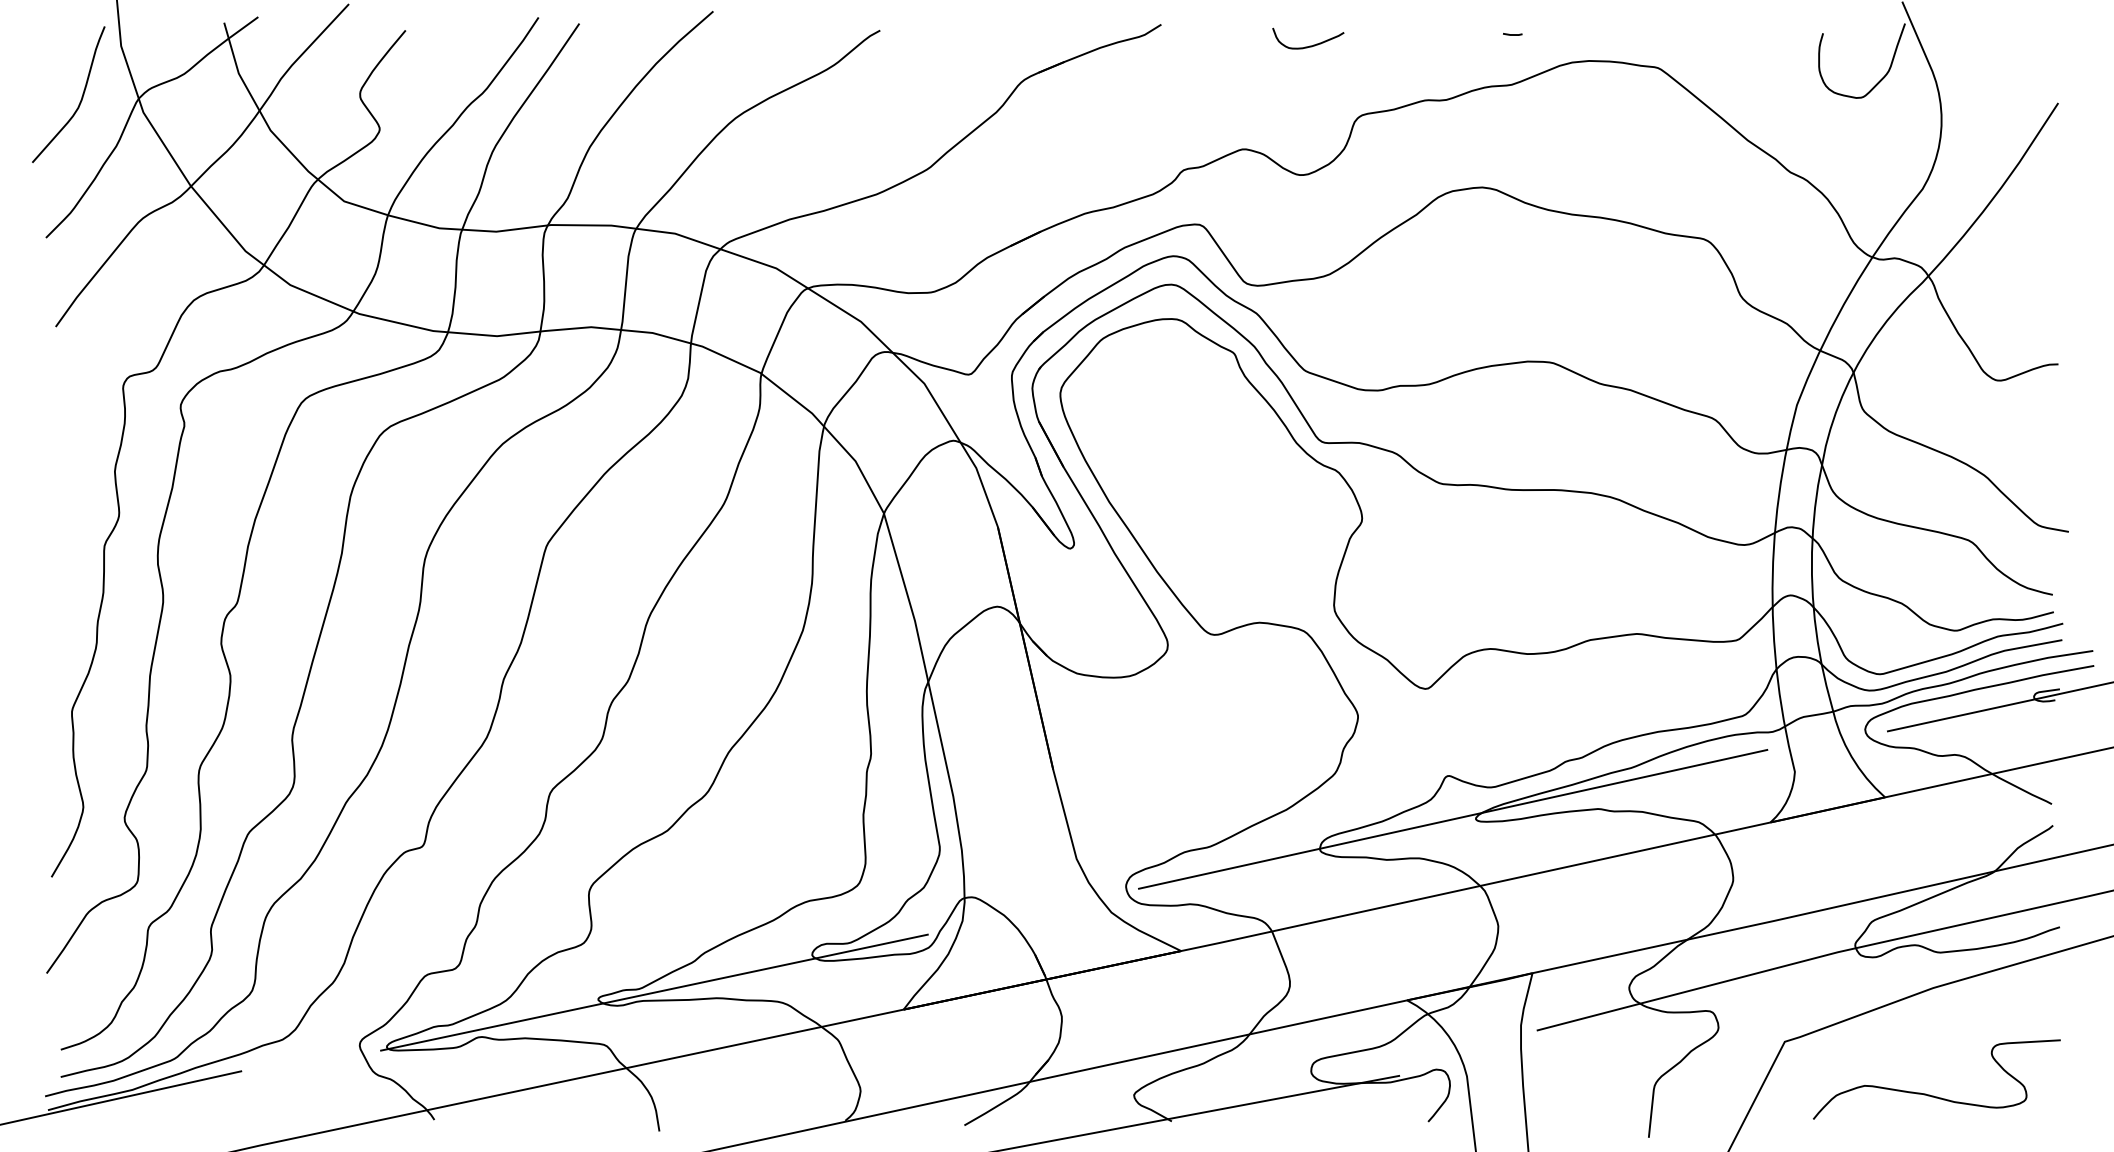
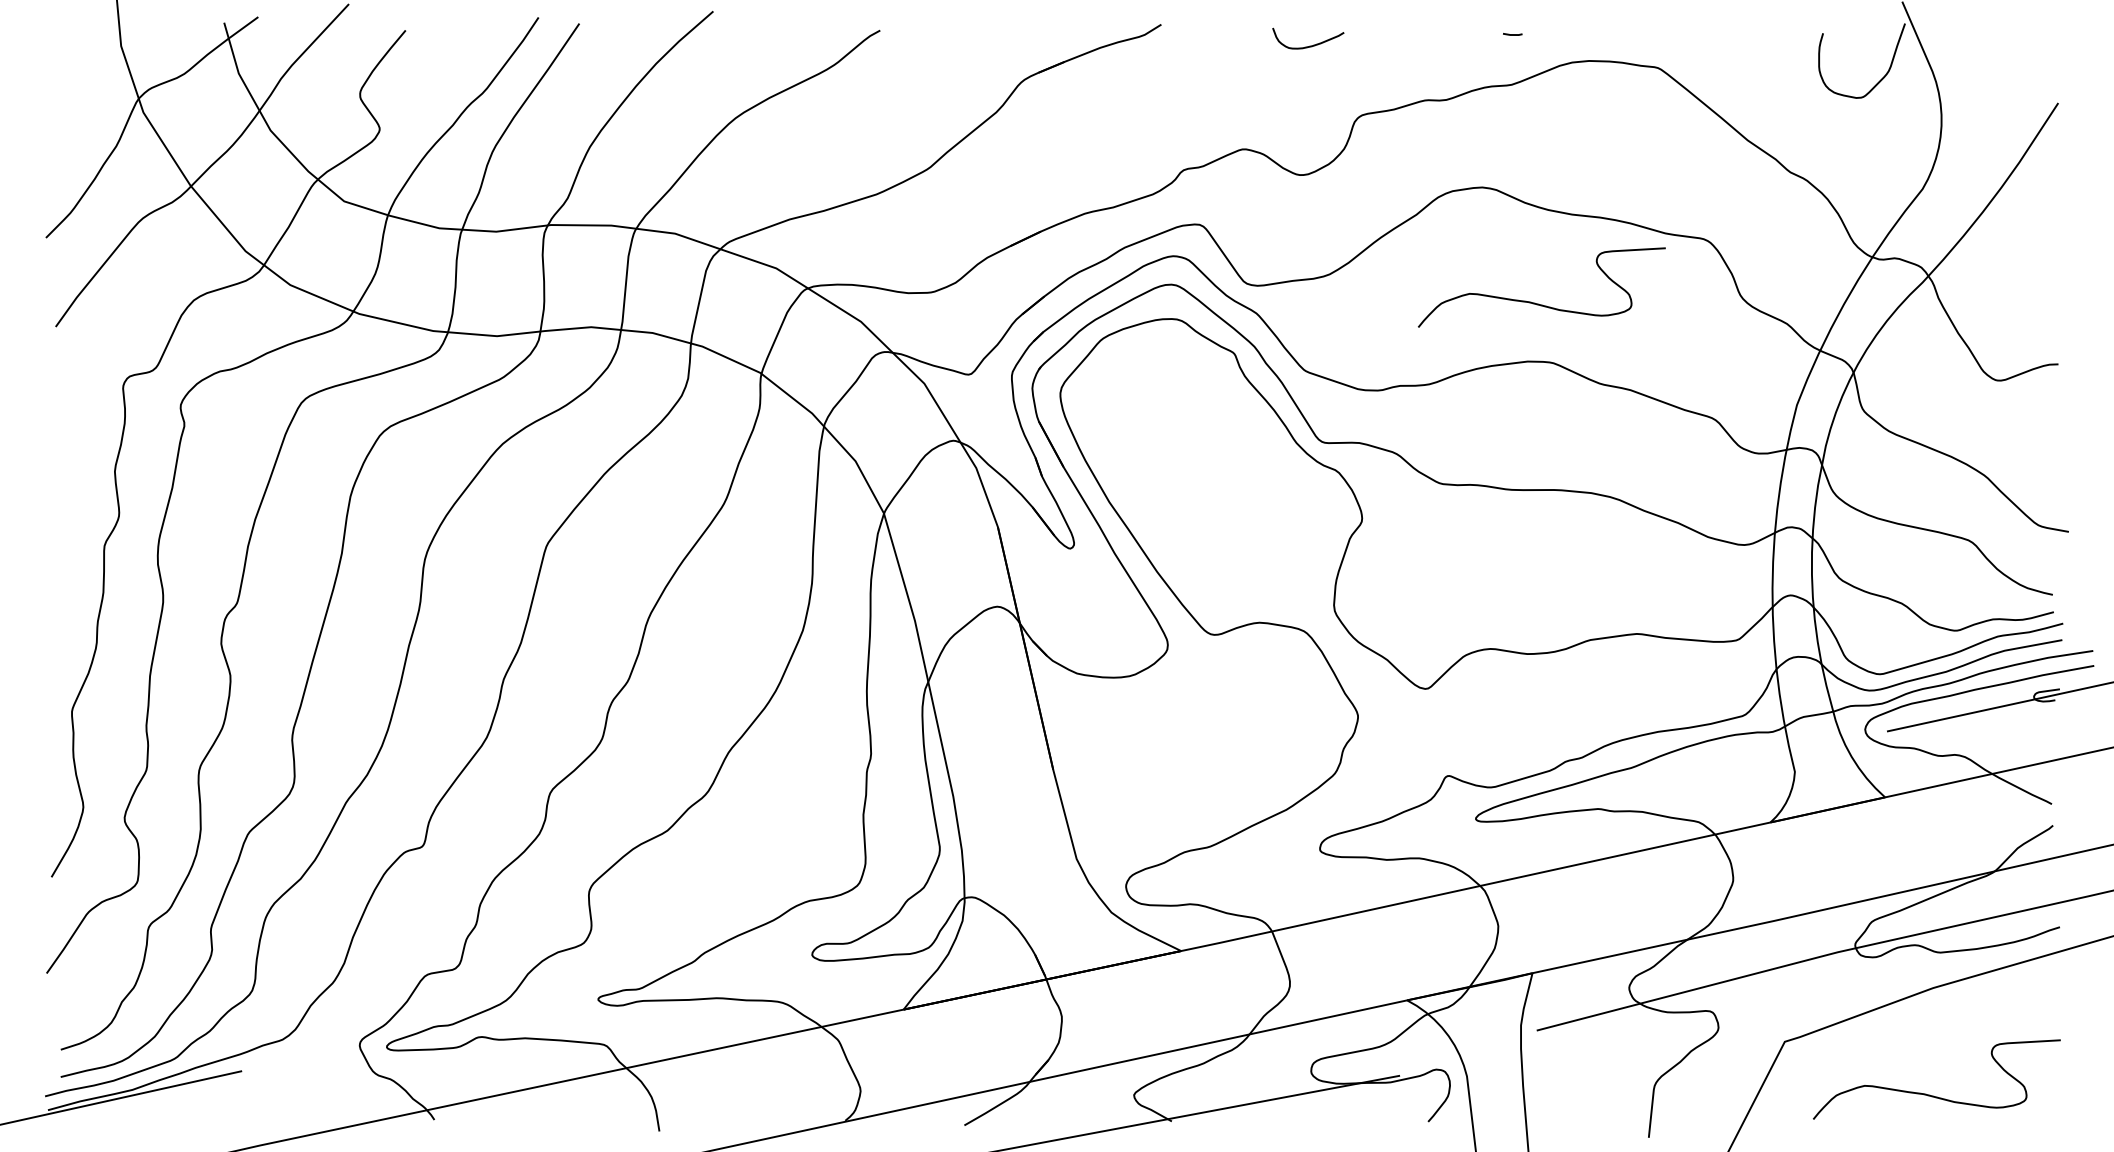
curve at (80, 99): present -> none
curve at (1538, 303): none -> present
line at (1452, 818): present -> none
line at (654, 992): present -> none
